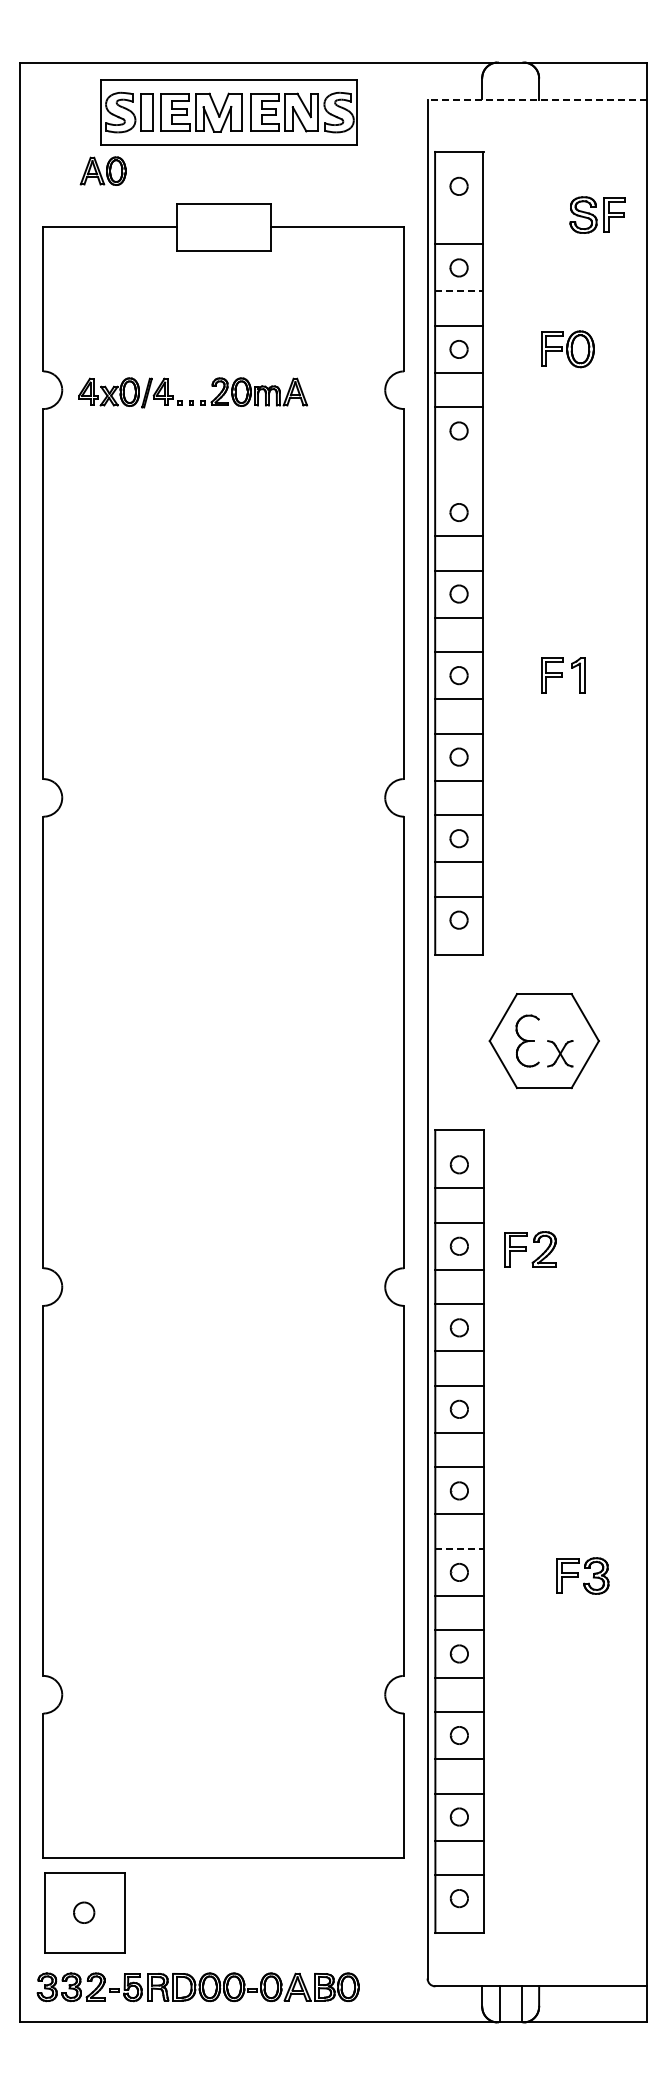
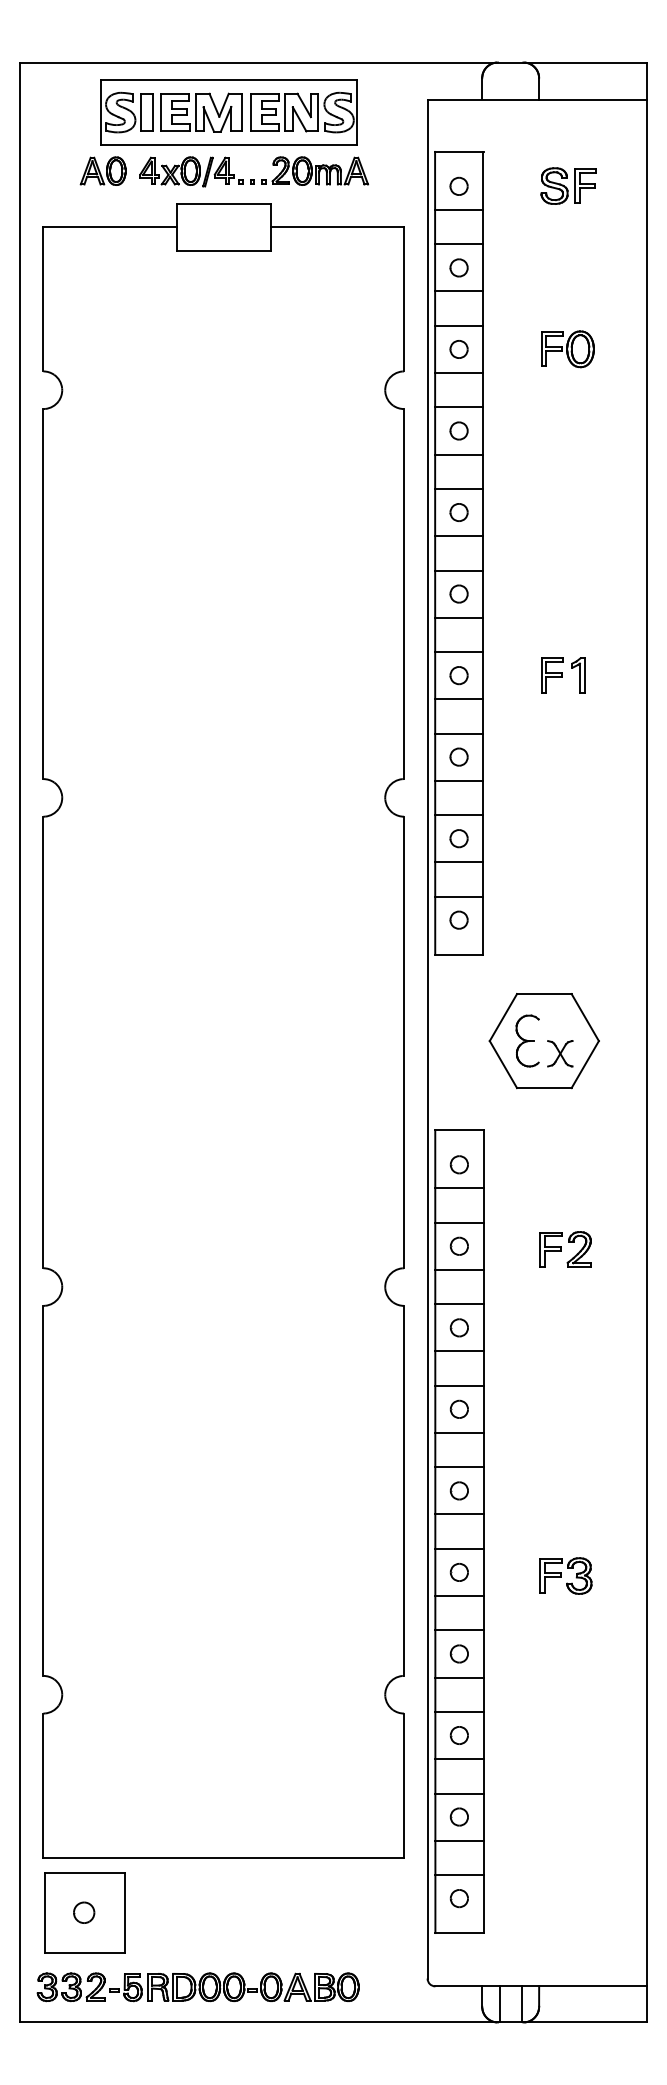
line at (537, 100): dashed -> solid
line at (459, 209): none -> present
part at (597, 214) position: (597, 214) -> (568, 185)
line at (459, 291): dashed -> solid
part at (192, 400) position: (192, 400) -> (253, 179)
line at (459, 454): none -> present
line at (459, 489): none -> present
part at (530, 1249) position: (530, 1249) -> (565, 1249)
line at (460, 1548): dashed -> solid
part at (582, 1575) position: (582, 1575) -> (565, 1575)
